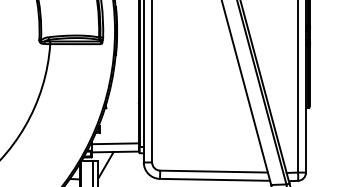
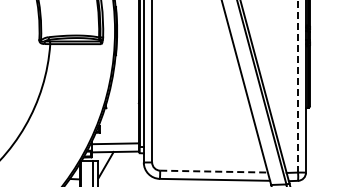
line at (298, 85): solid -> dashed
line at (214, 171): solid -> dashed
